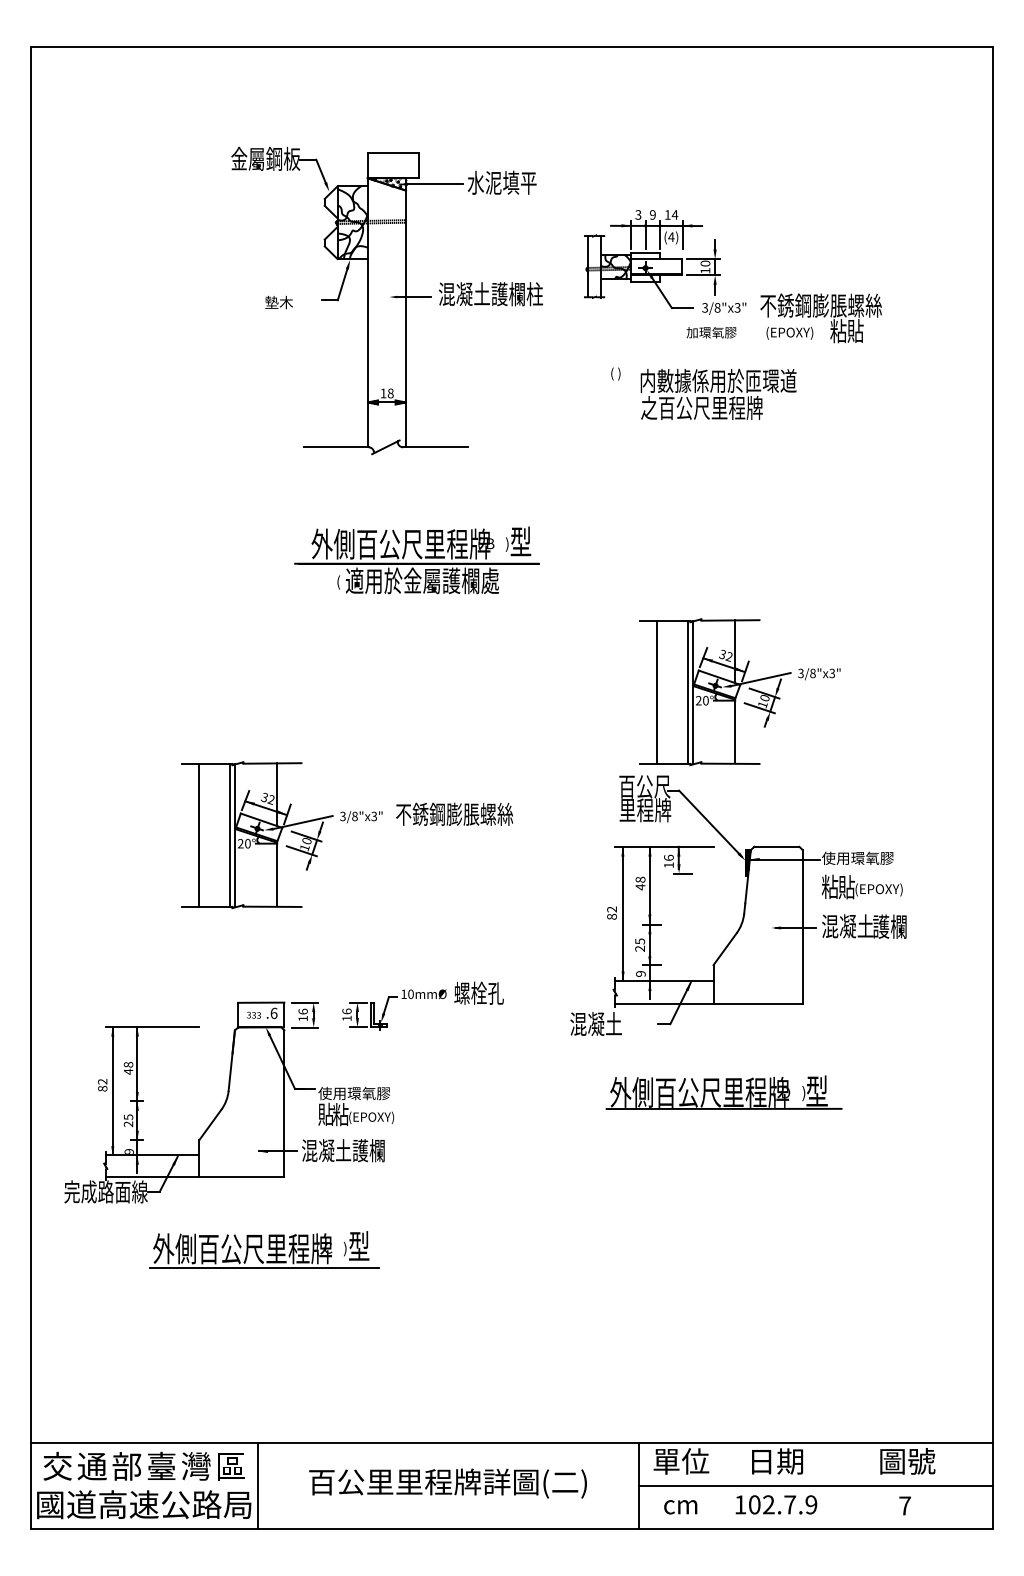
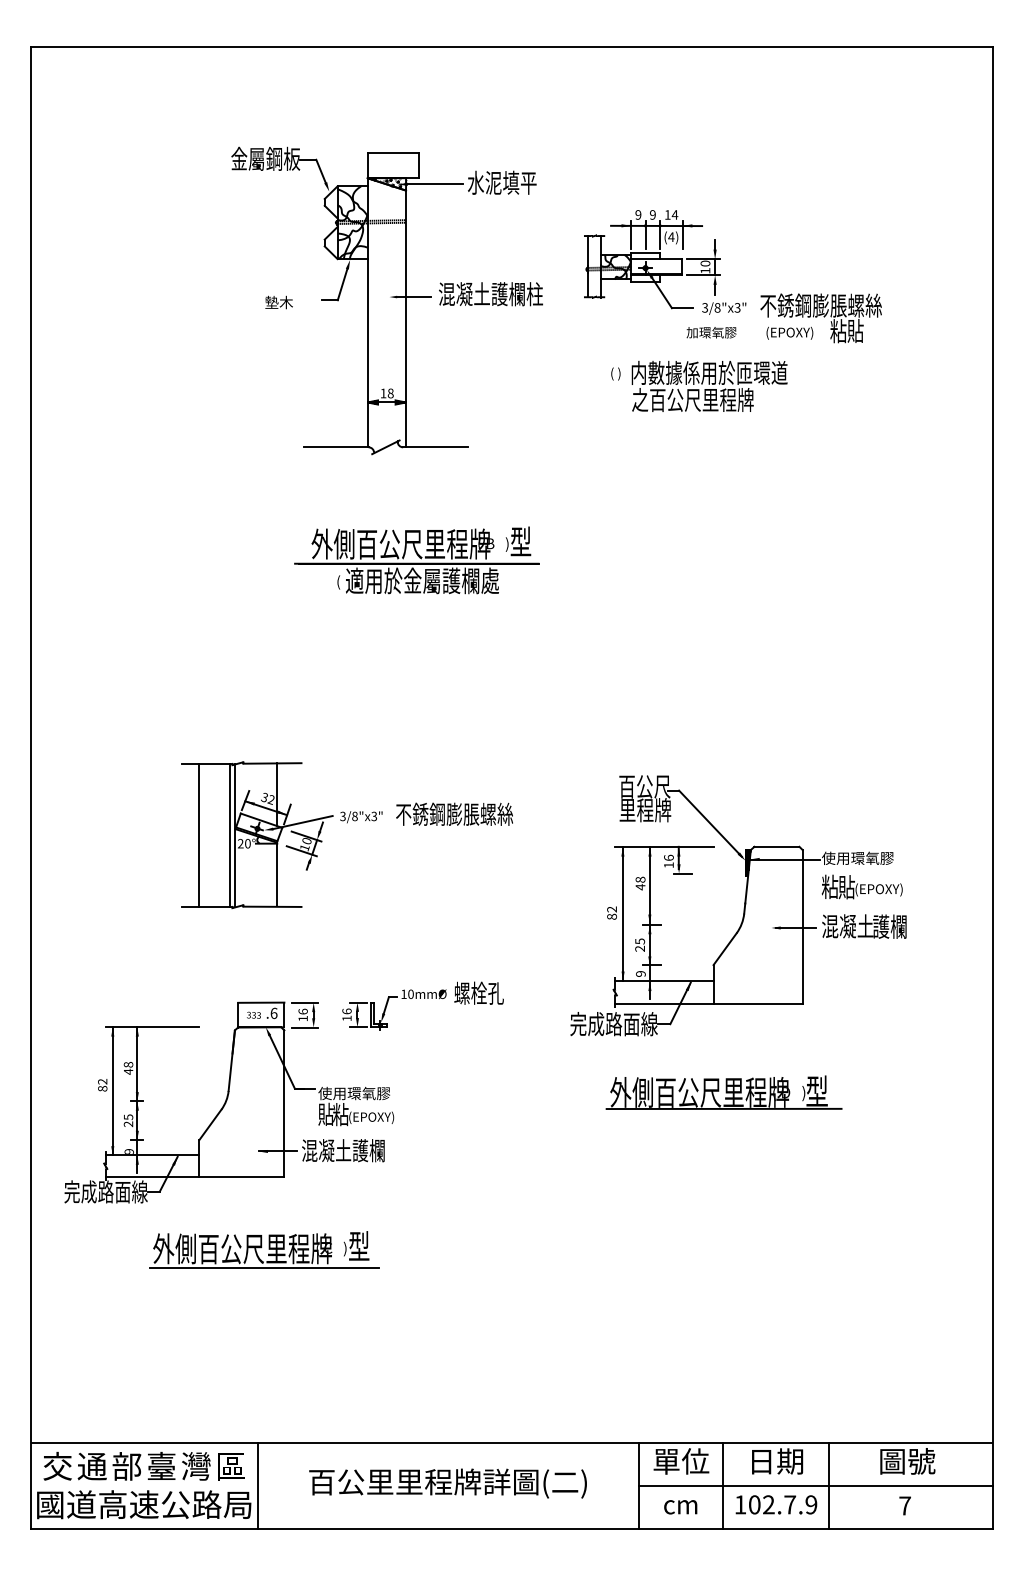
text at (638, 214): 3 -> 9
text at (718, 393) position: (718, 393) -> (709, 385)
part at (739, 692): present -> none
text at (613, 1024): 混凝土 -> 完成路面線
line at (723, 1485): none -> present
line at (828, 1485): none -> present
